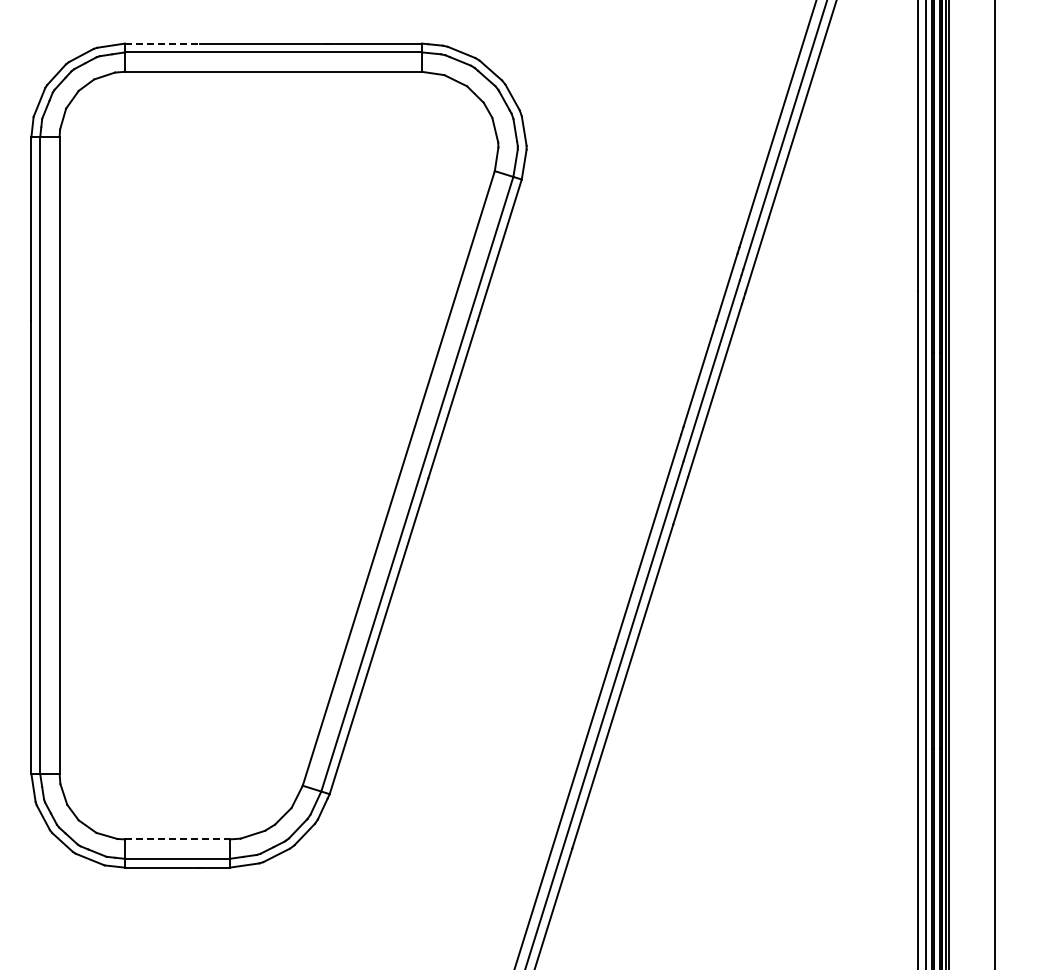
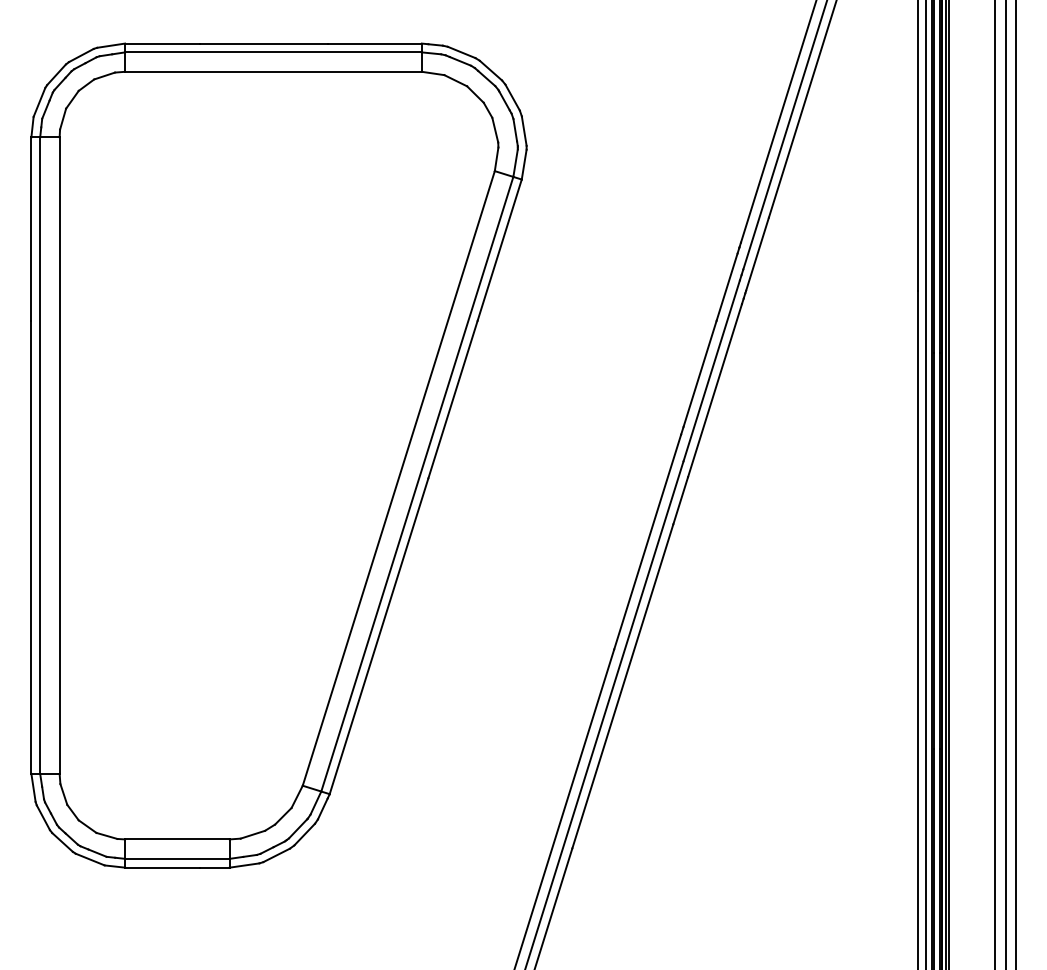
line at (162, 43): dashed -> solid
line at (1005, 484): none -> present
line at (1015, 484): none -> present
line at (177, 839): dashed -> solid
